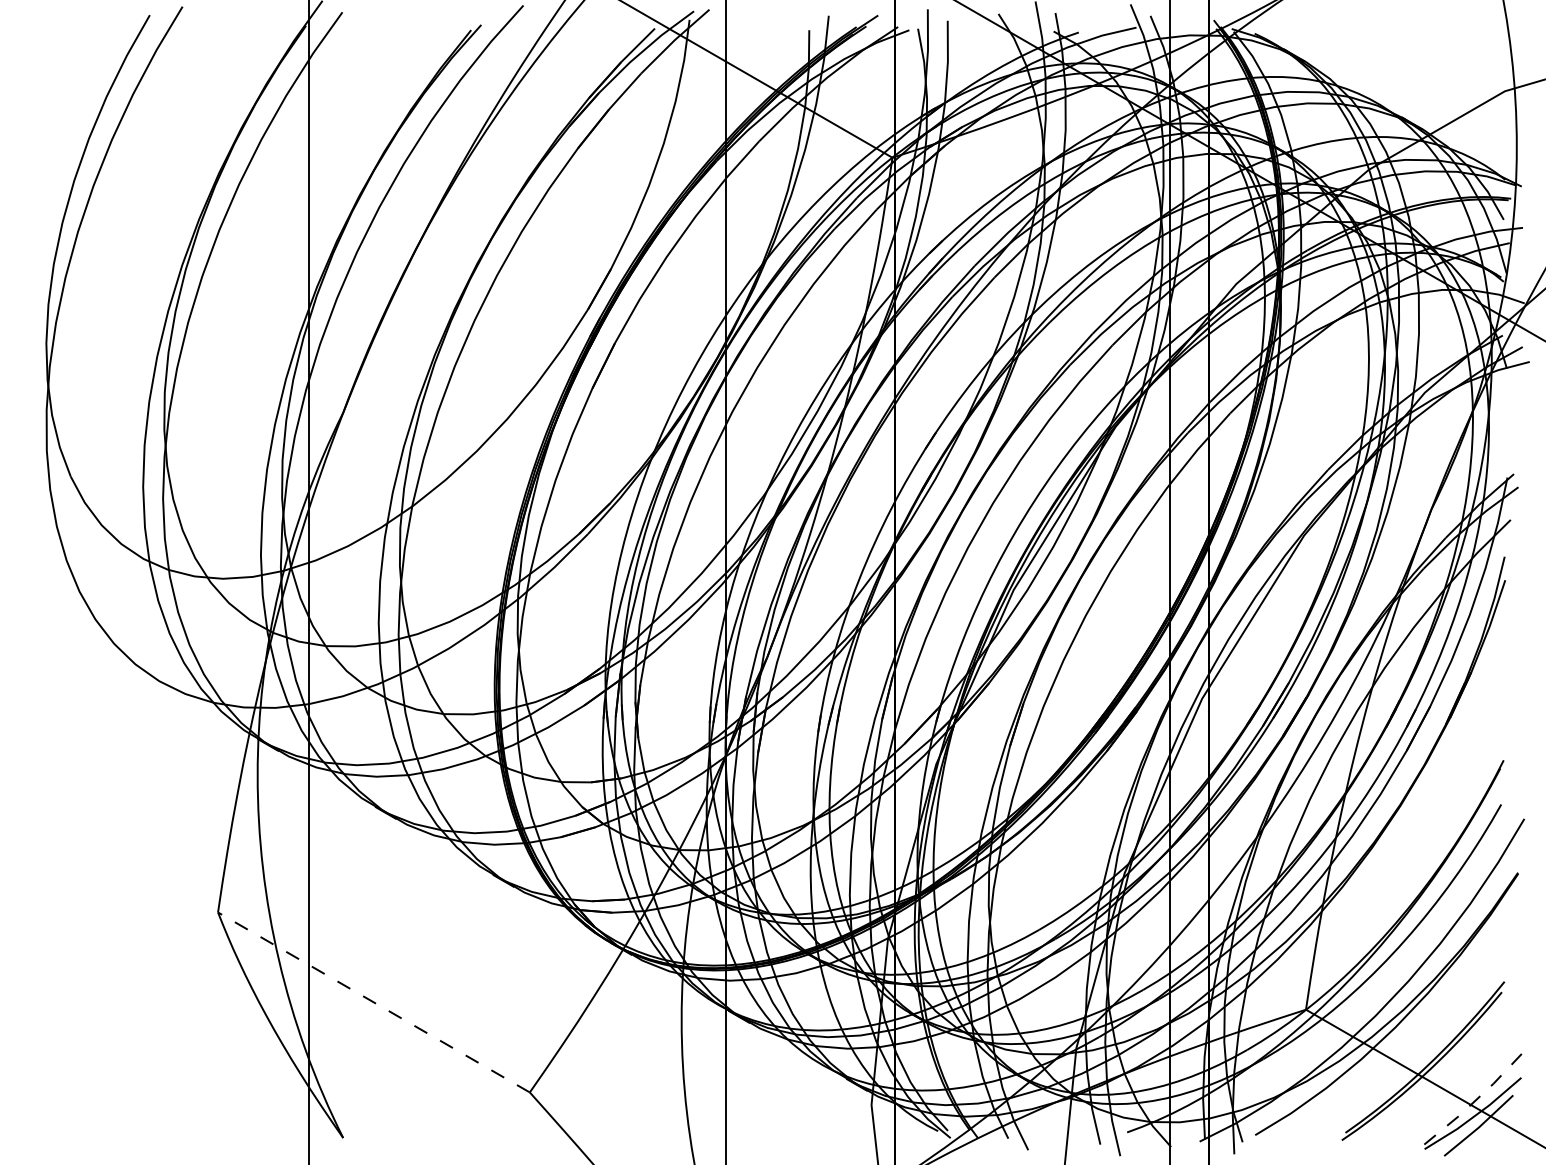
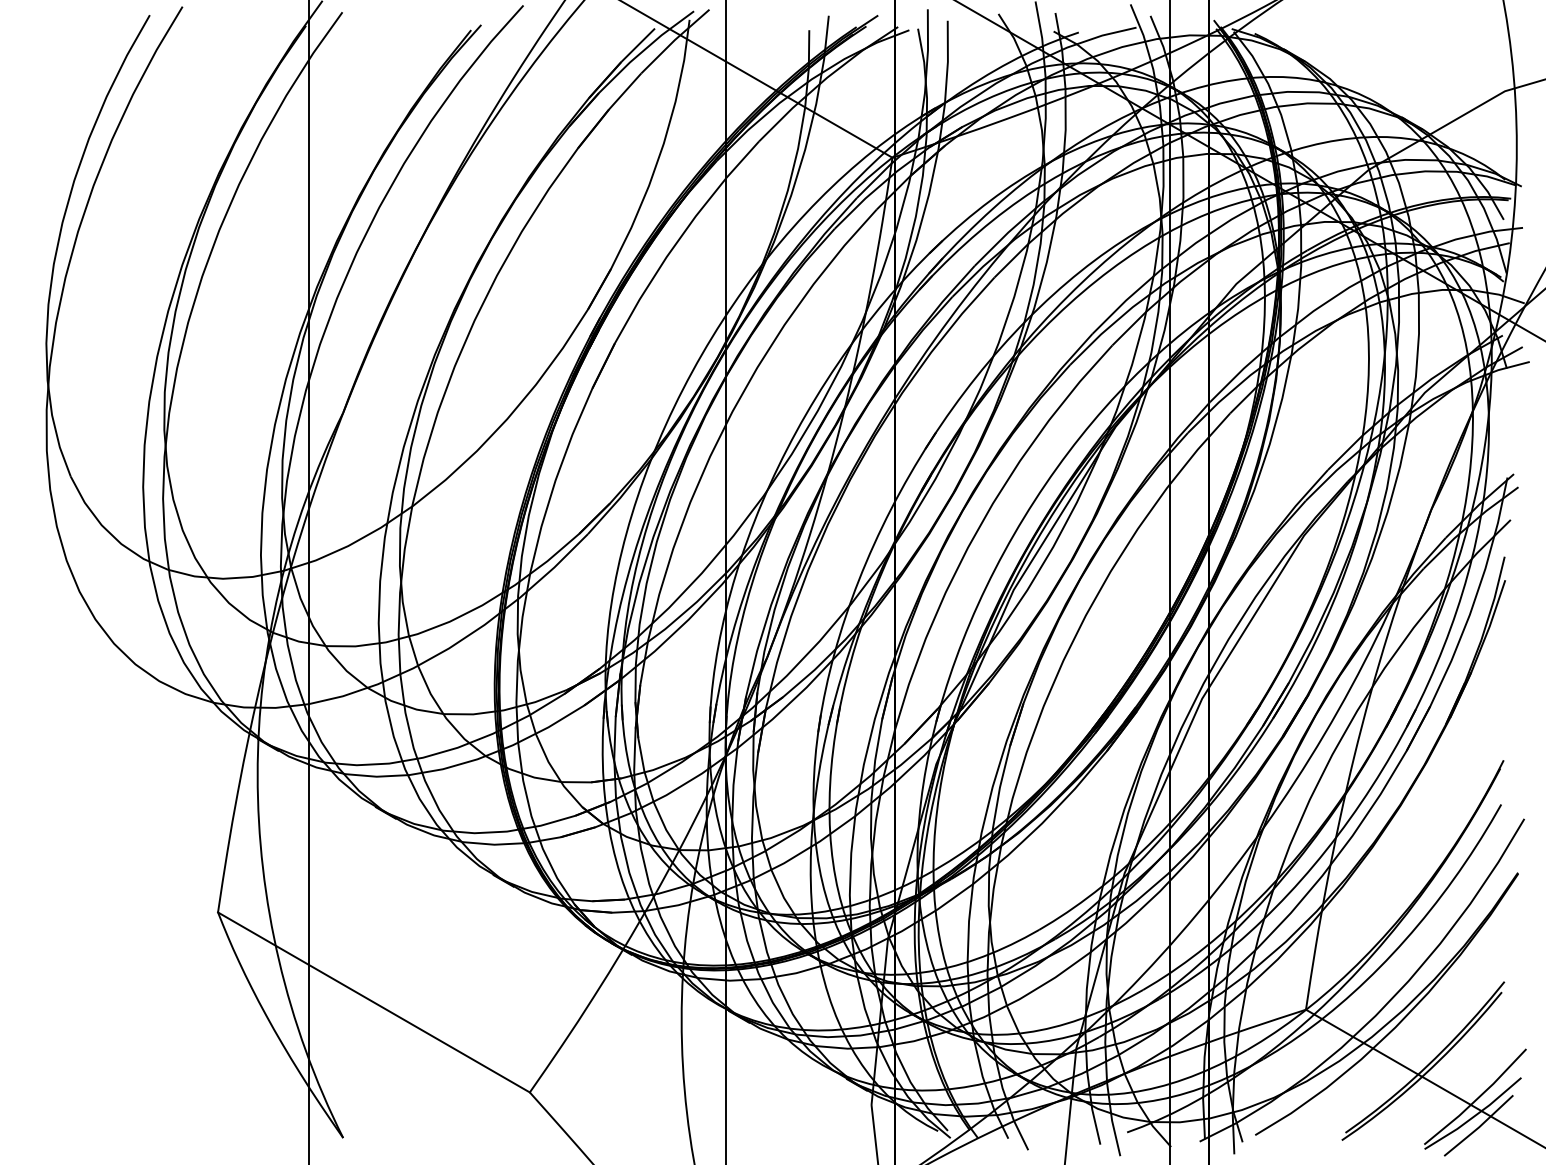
line at (373, 1002): dashed -> solid
line at (1477, 1098): dashed -> solid
